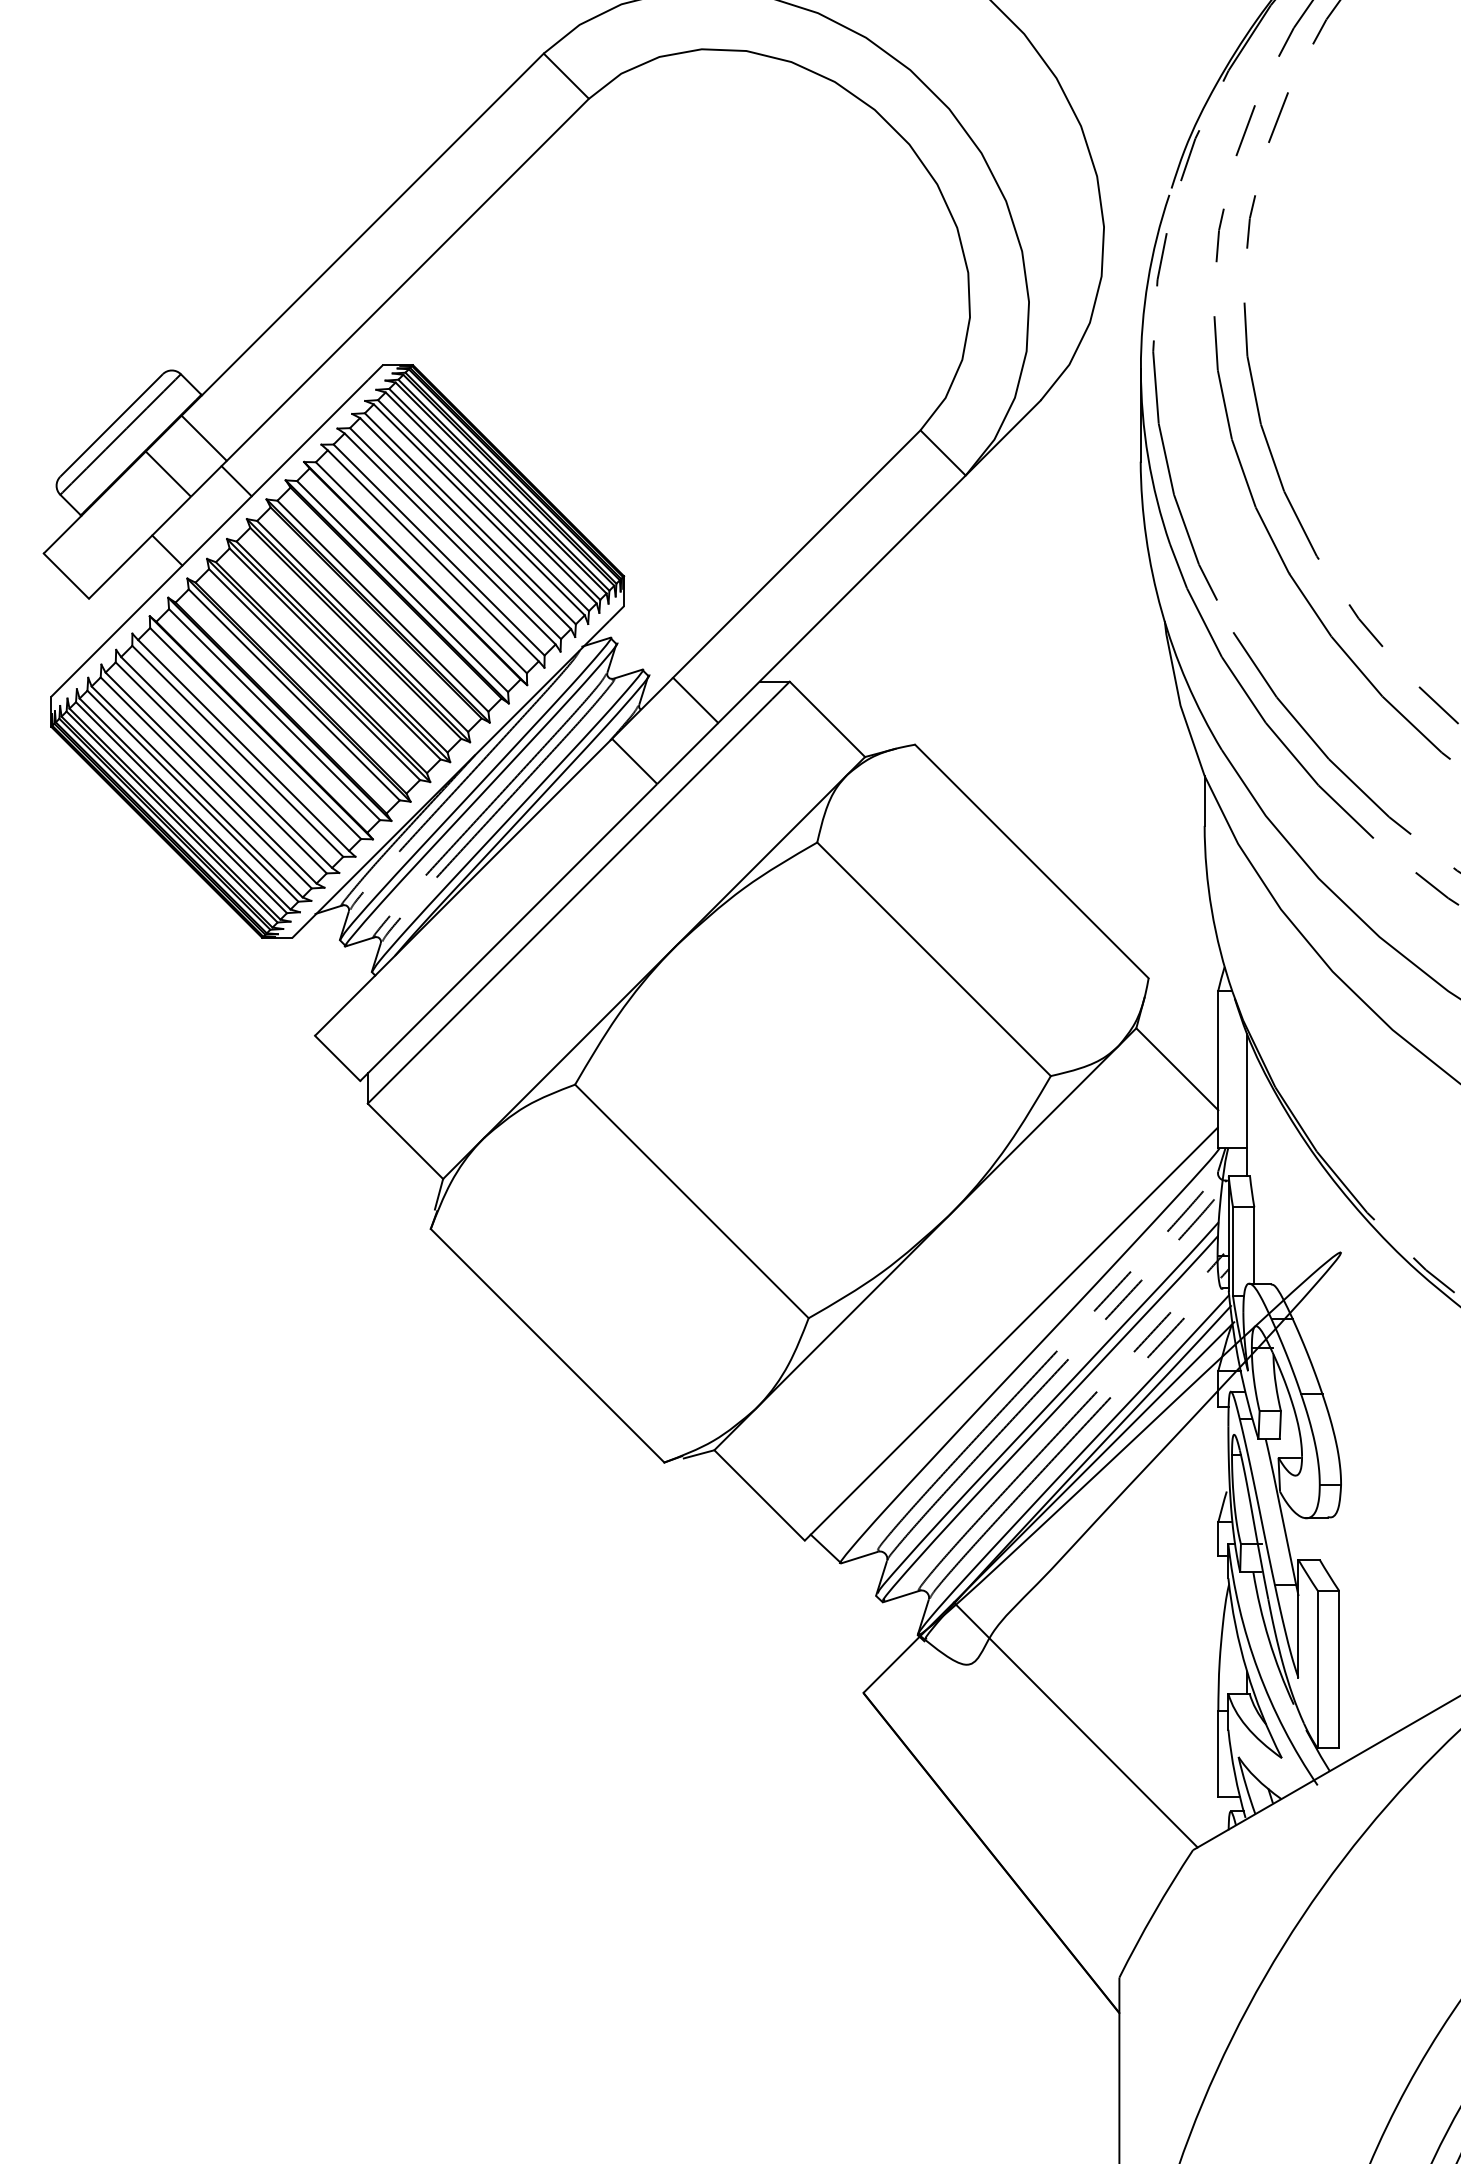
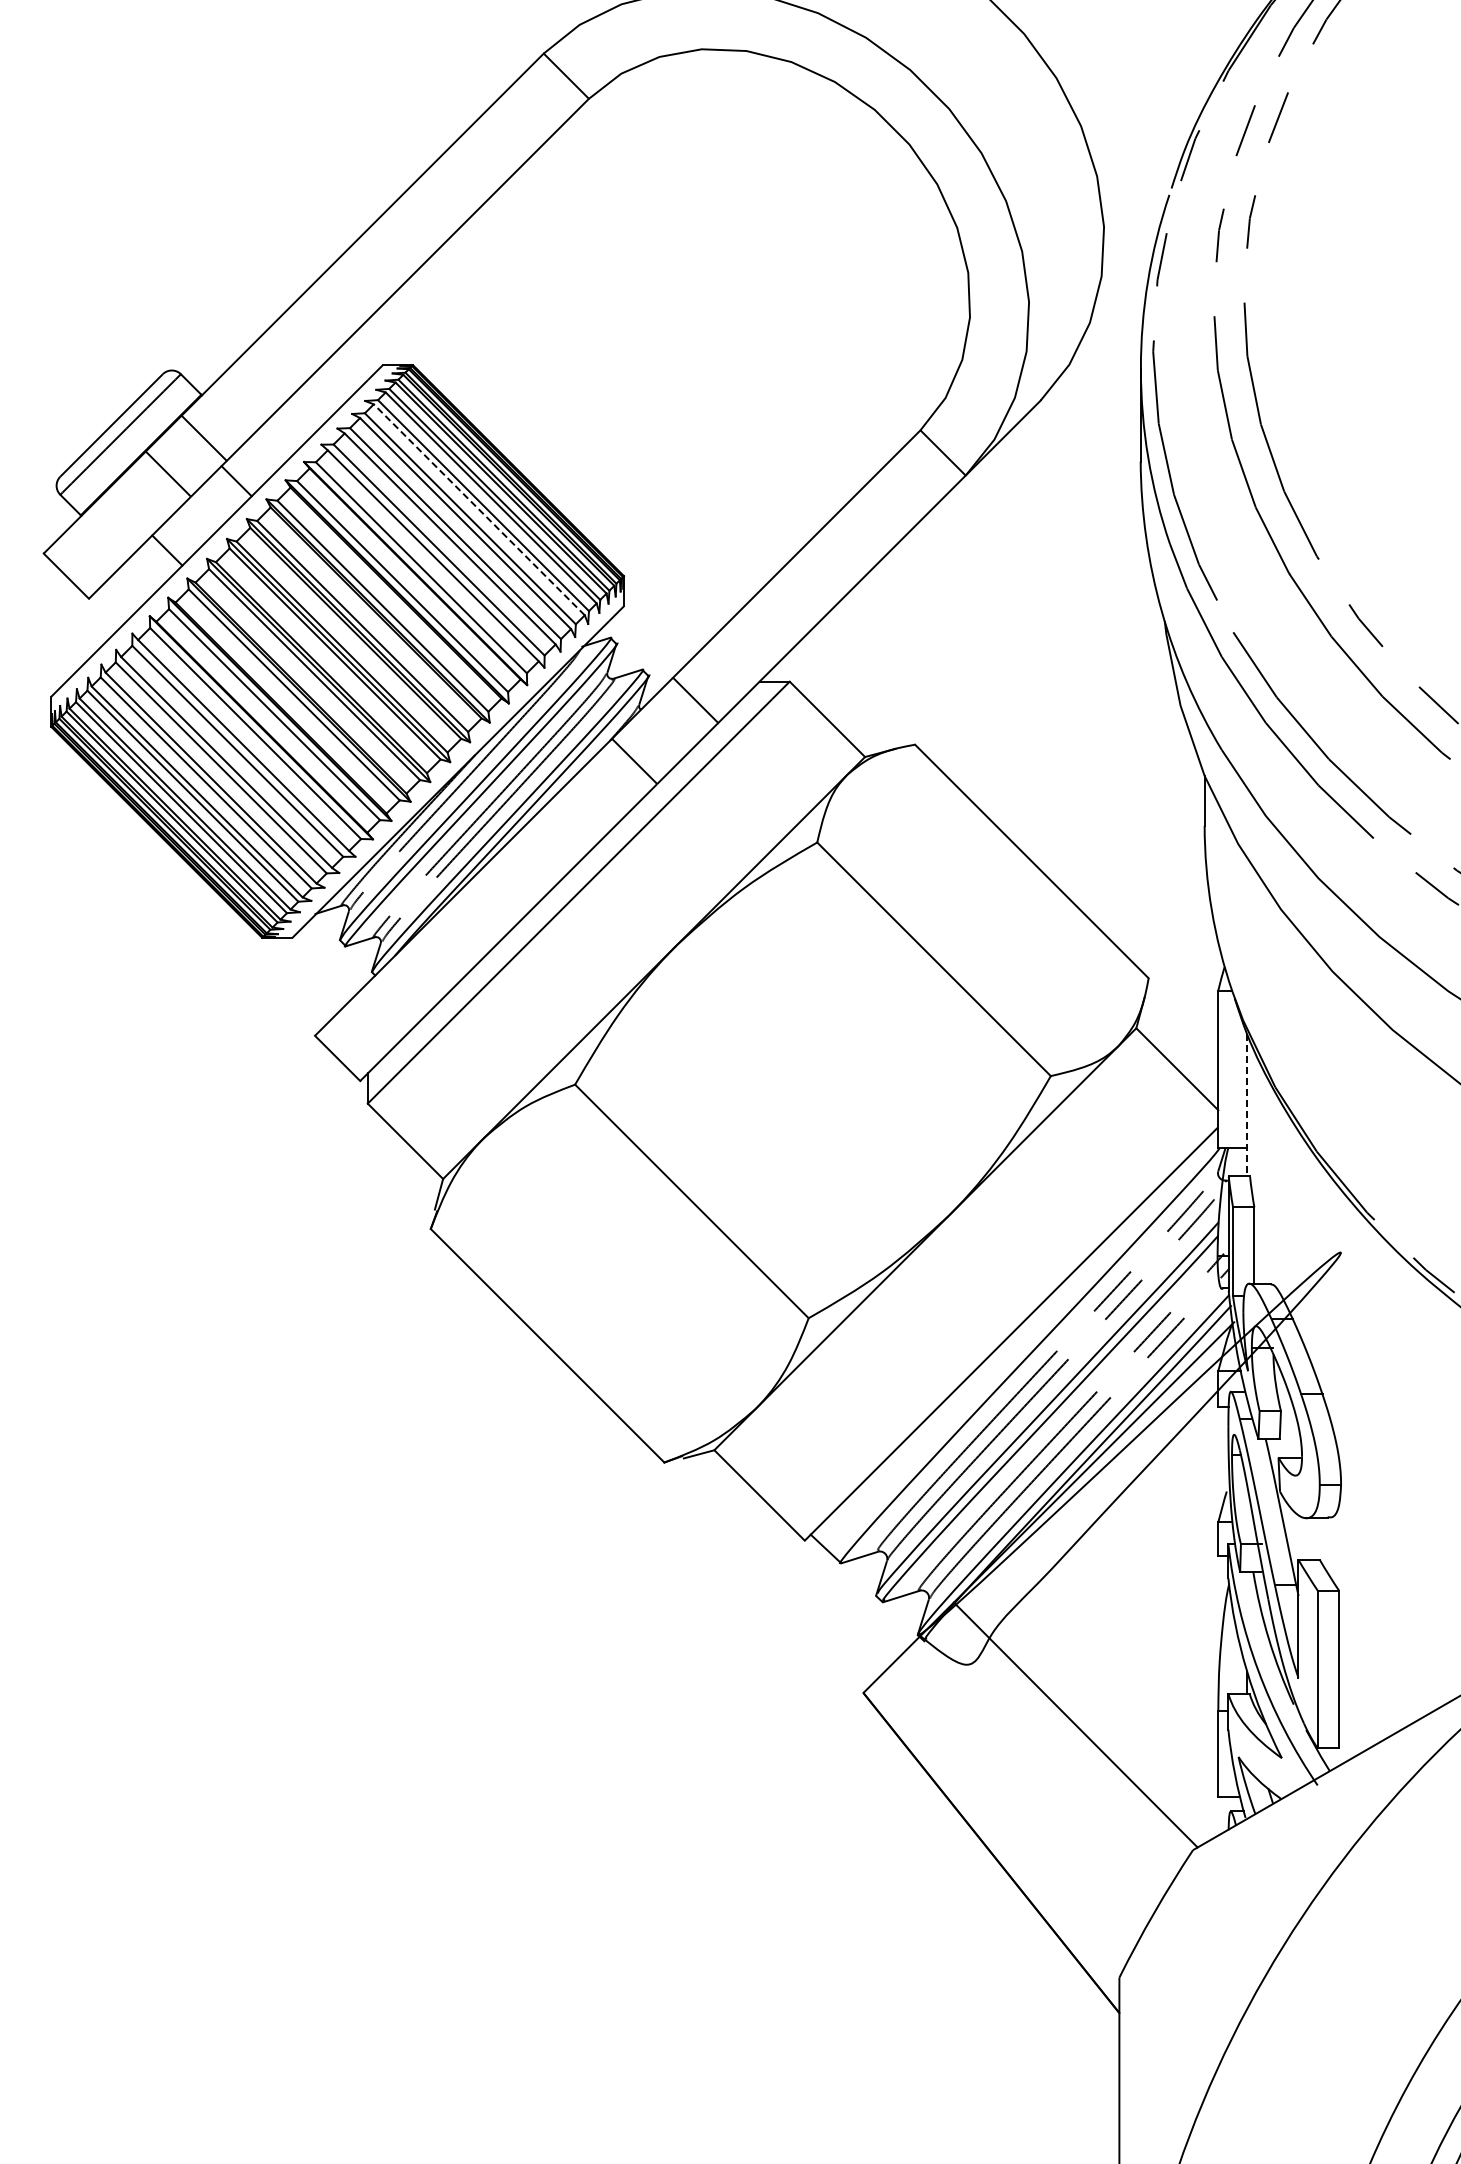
line at (478, 509): solid -> dashed
line at (1247, 1105): solid -> dashed
